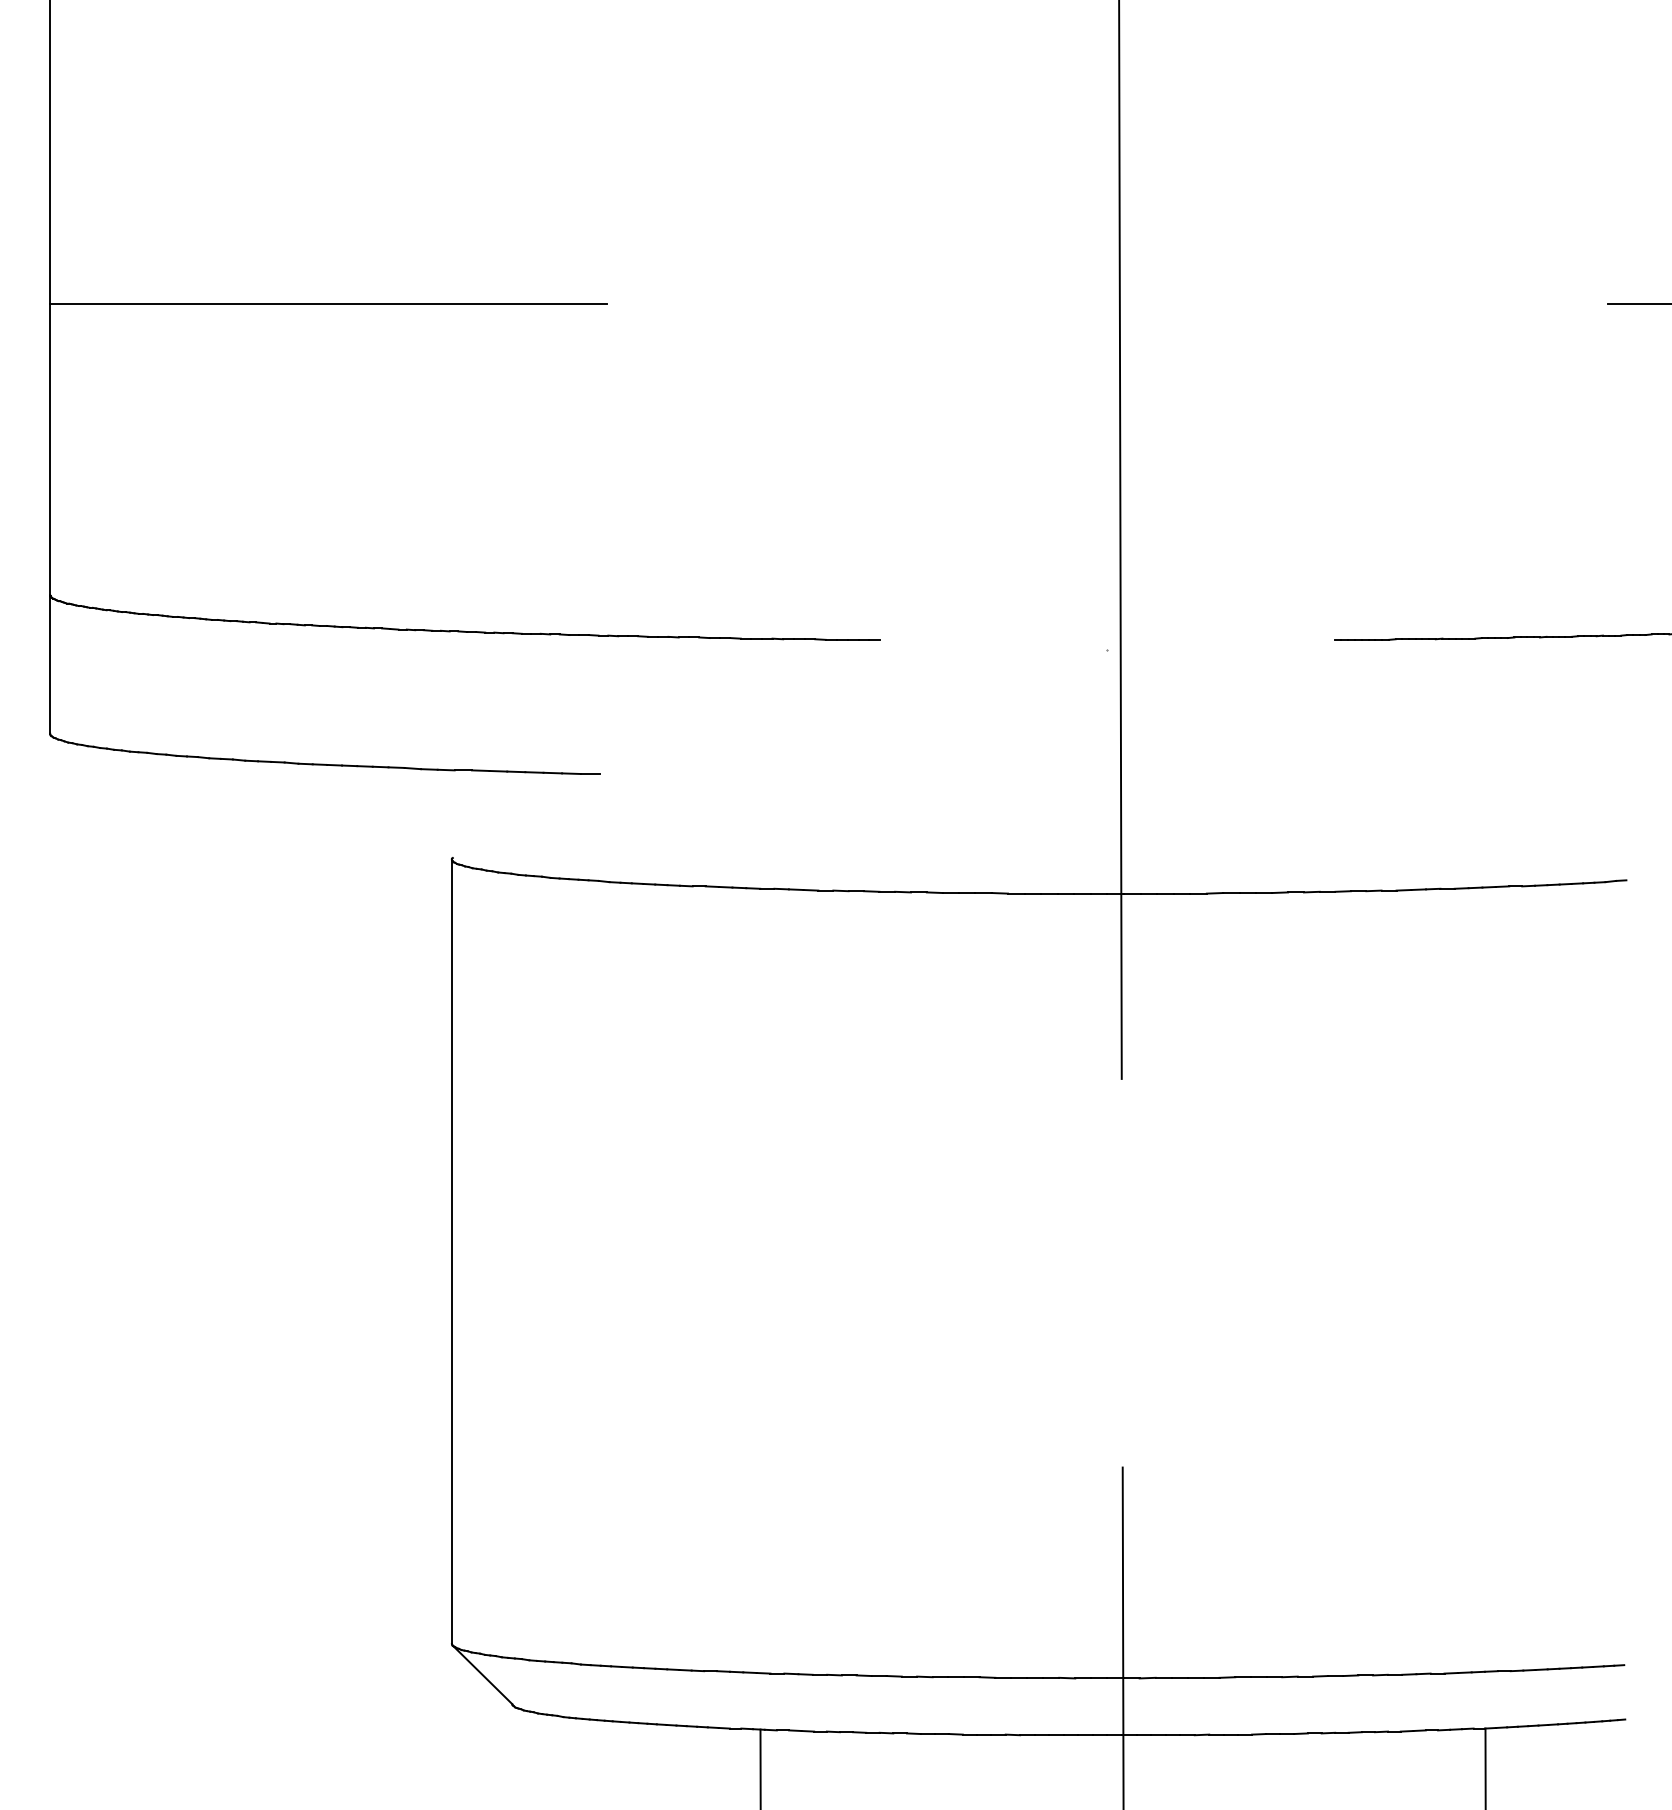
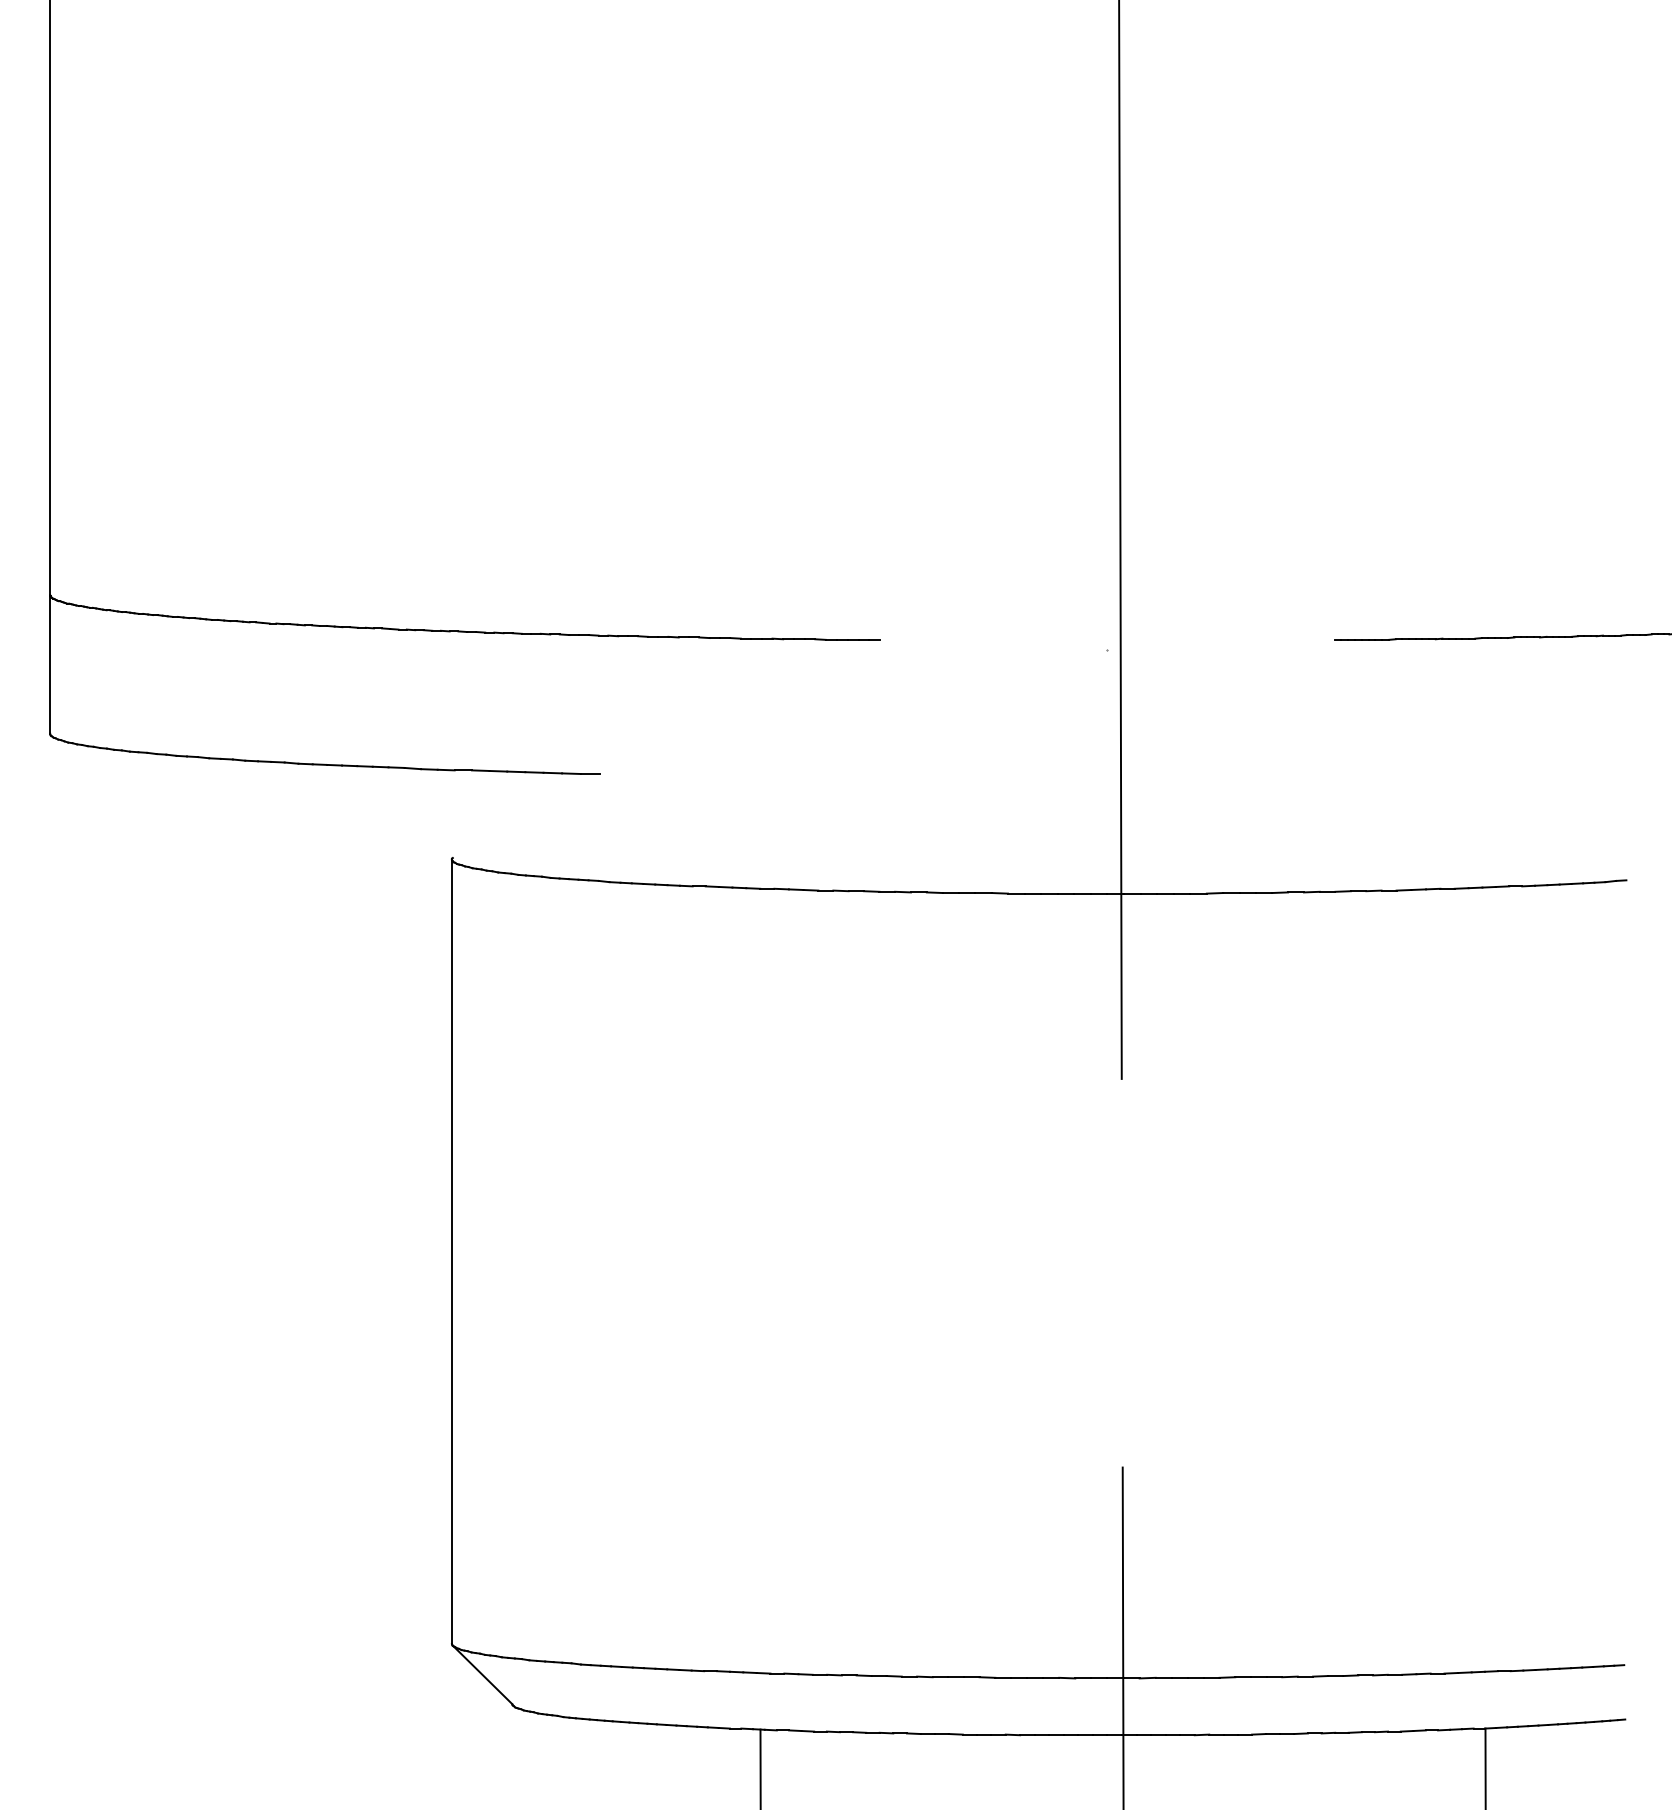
line at (328, 304): present -> none
line at (1638, 304): present -> none
